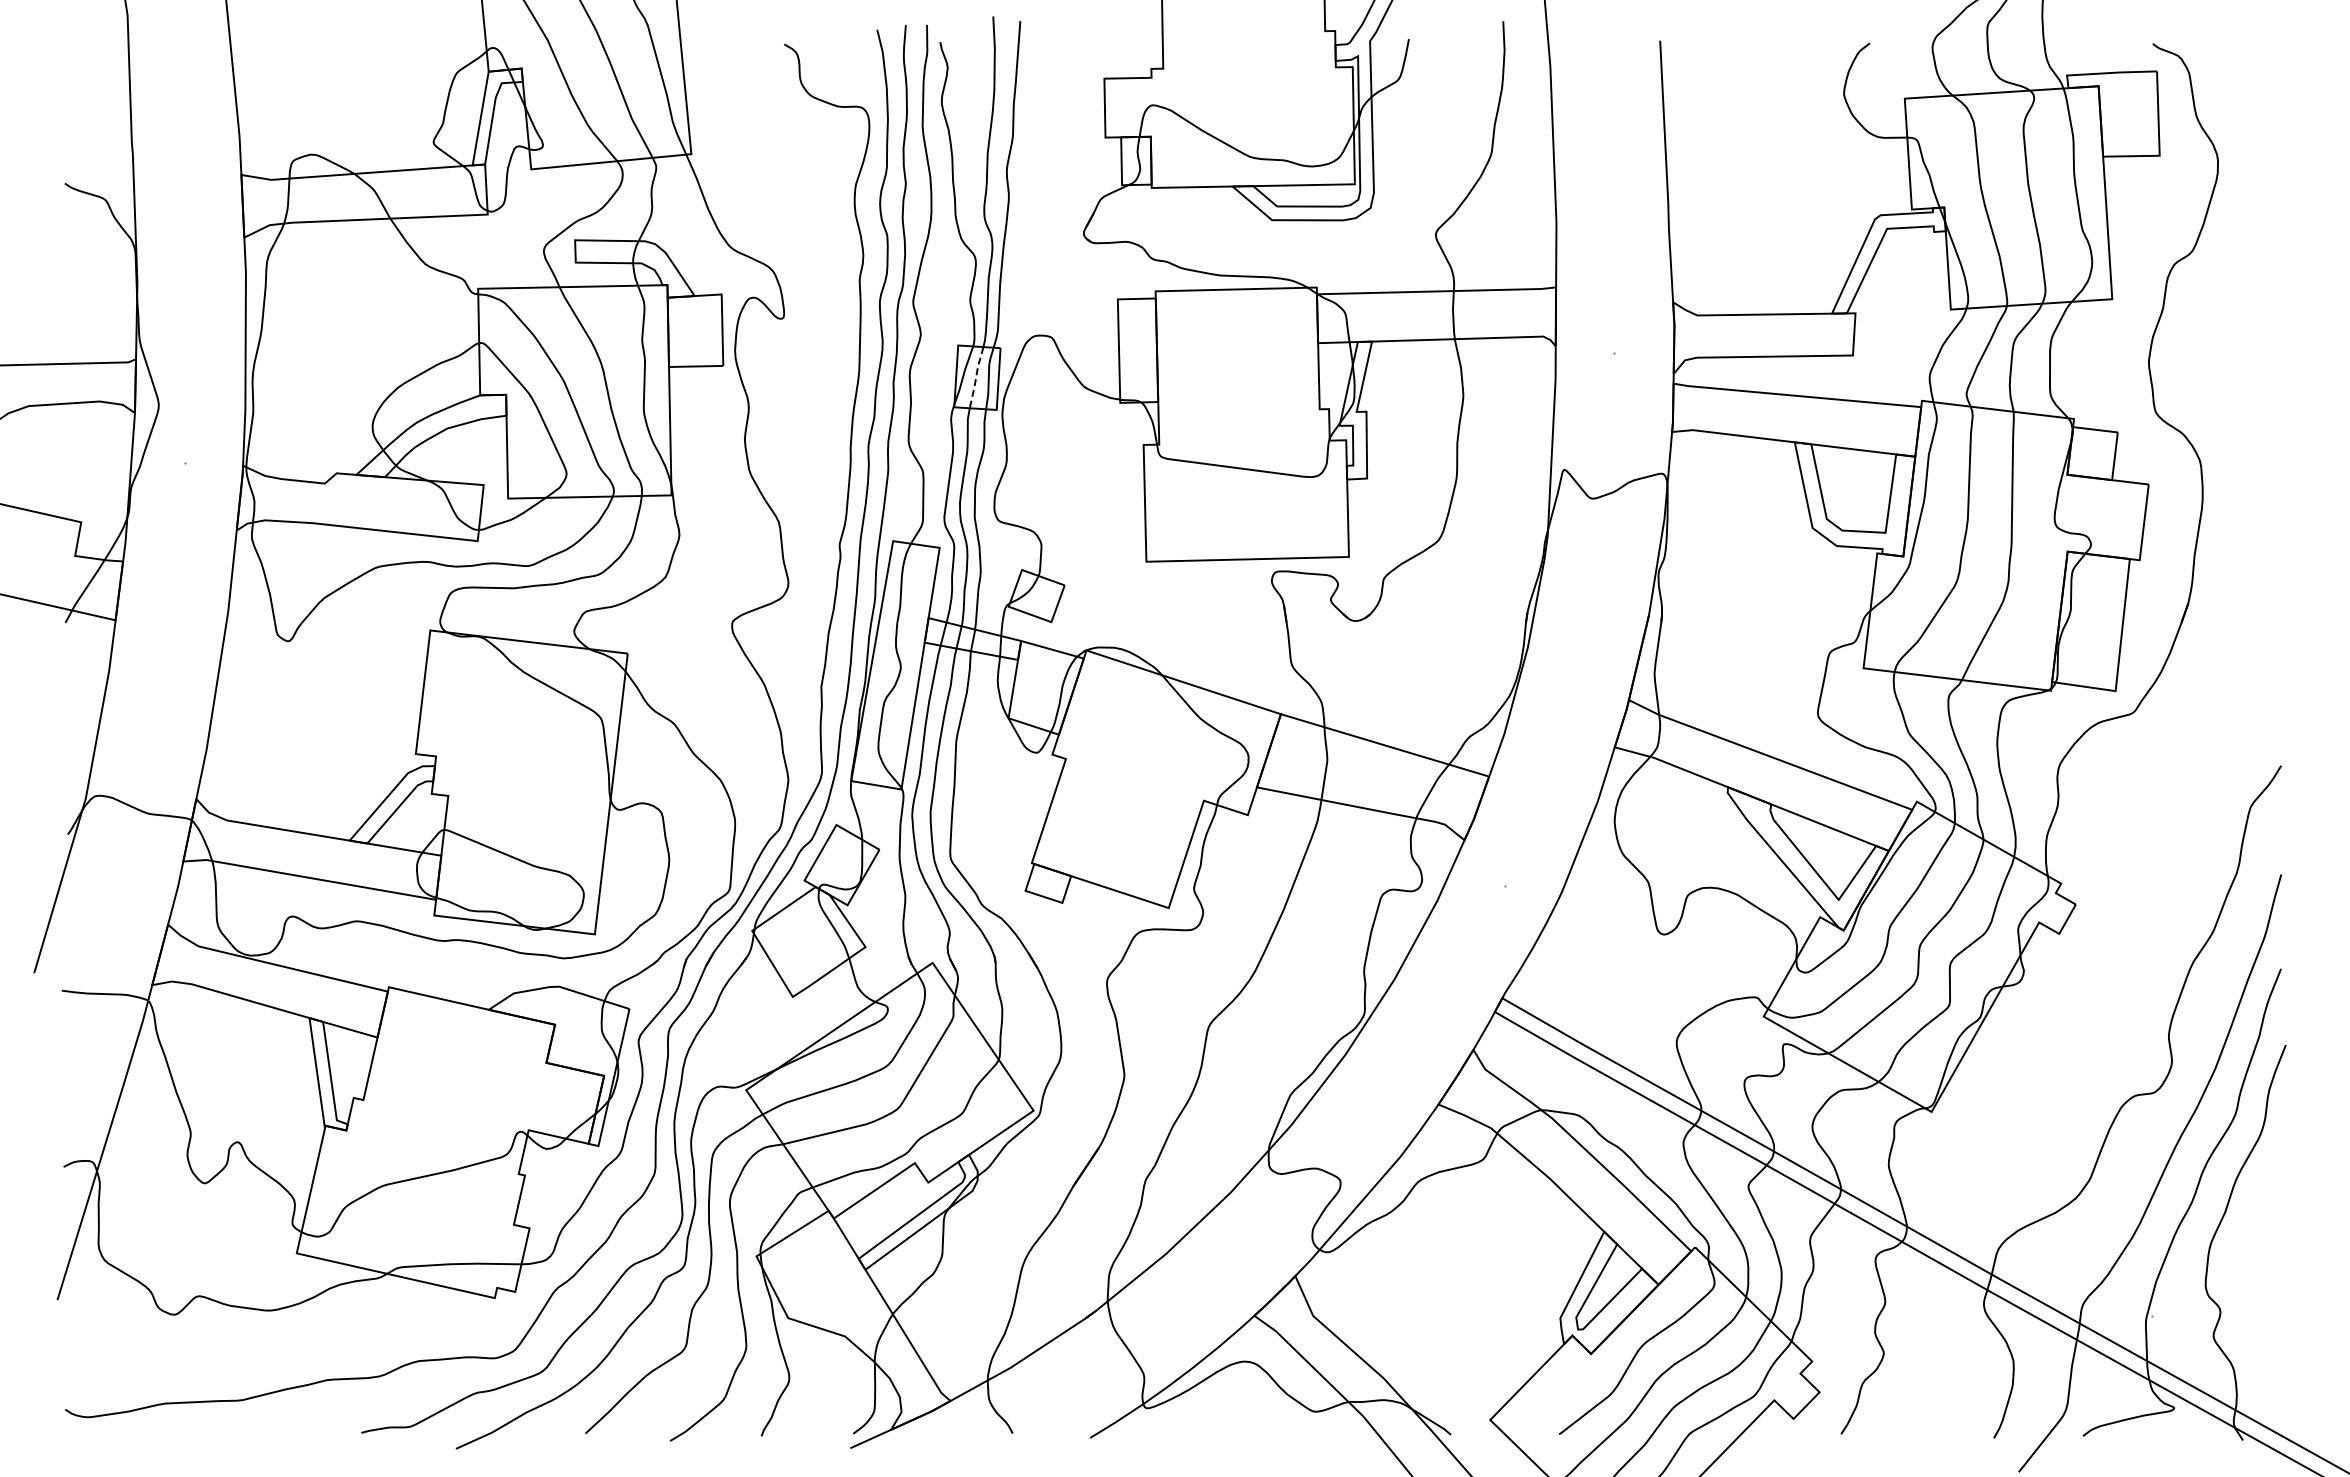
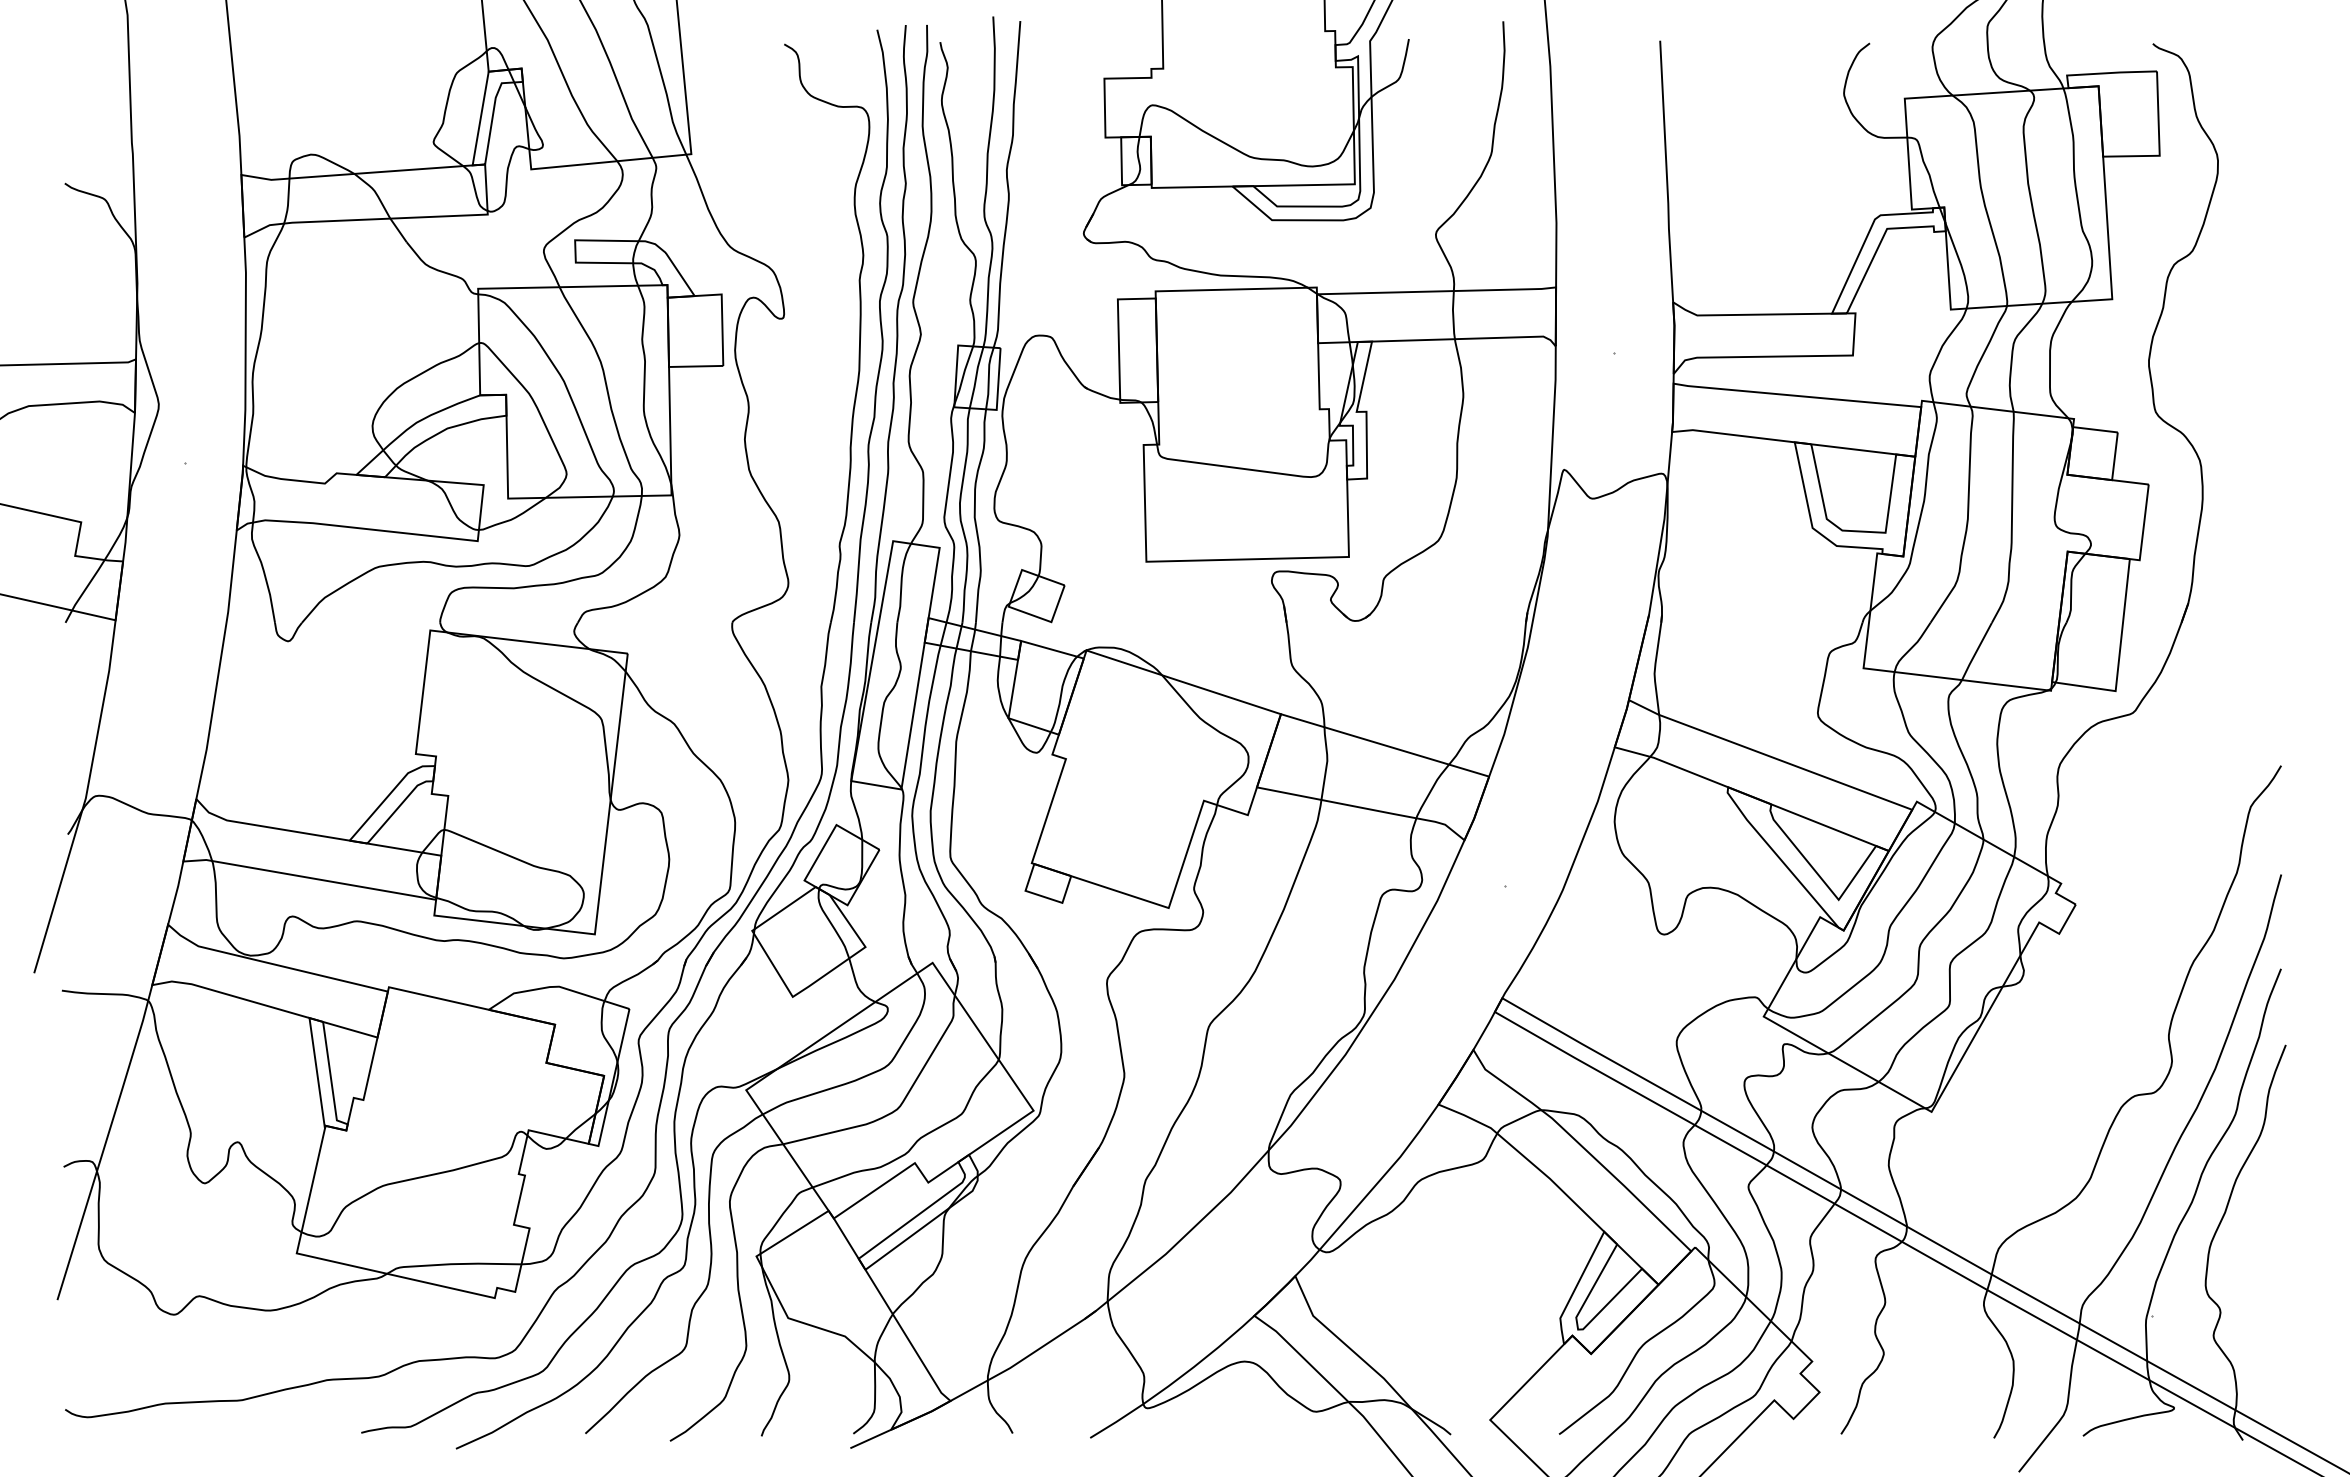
line at (976, 377): dashed -> solid
